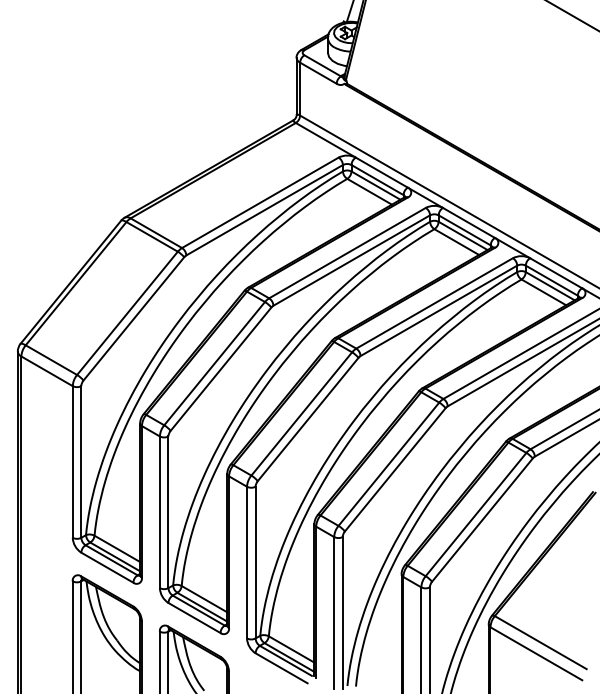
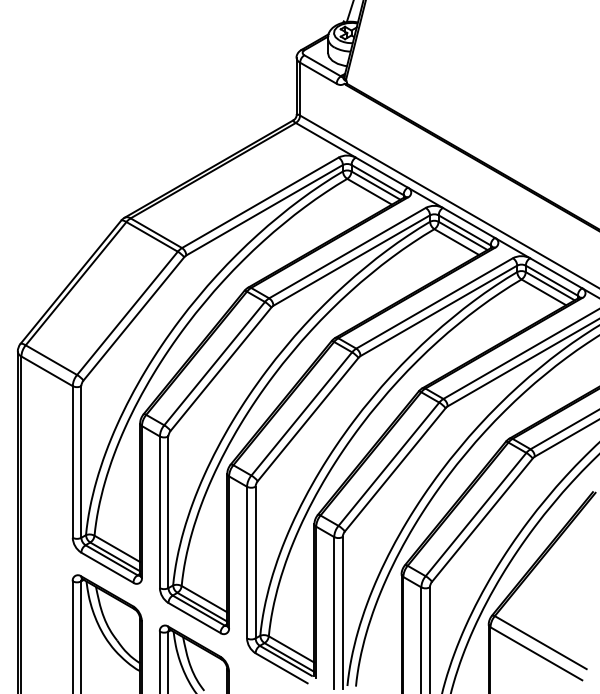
line at (572, 15): present -> none
